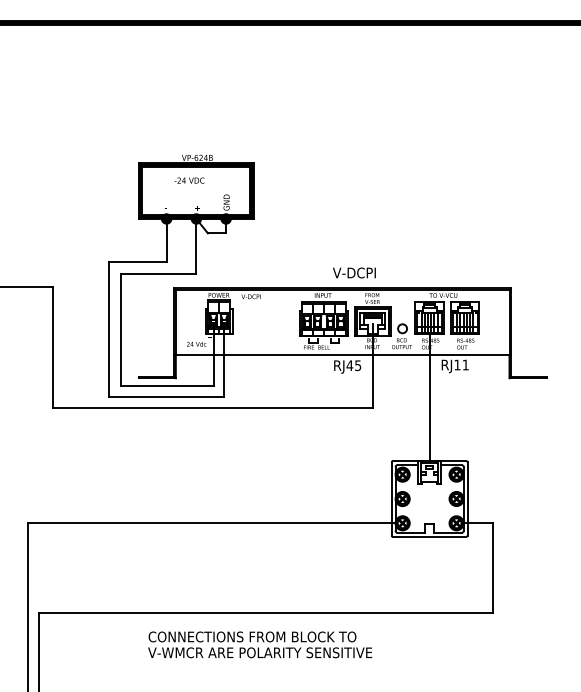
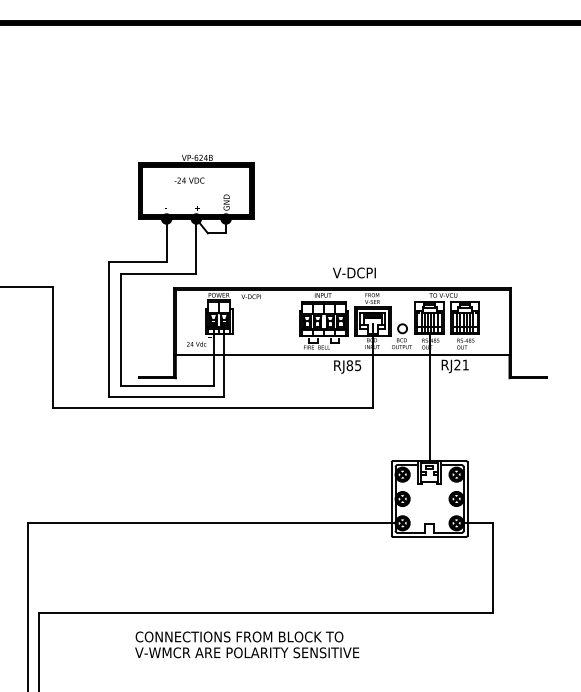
text at (457, 364): RJ11 -> RJ21
text at (349, 365): RJ45 -> RJ85
text at (260, 644) position: (260, 644) -> (247, 644)
